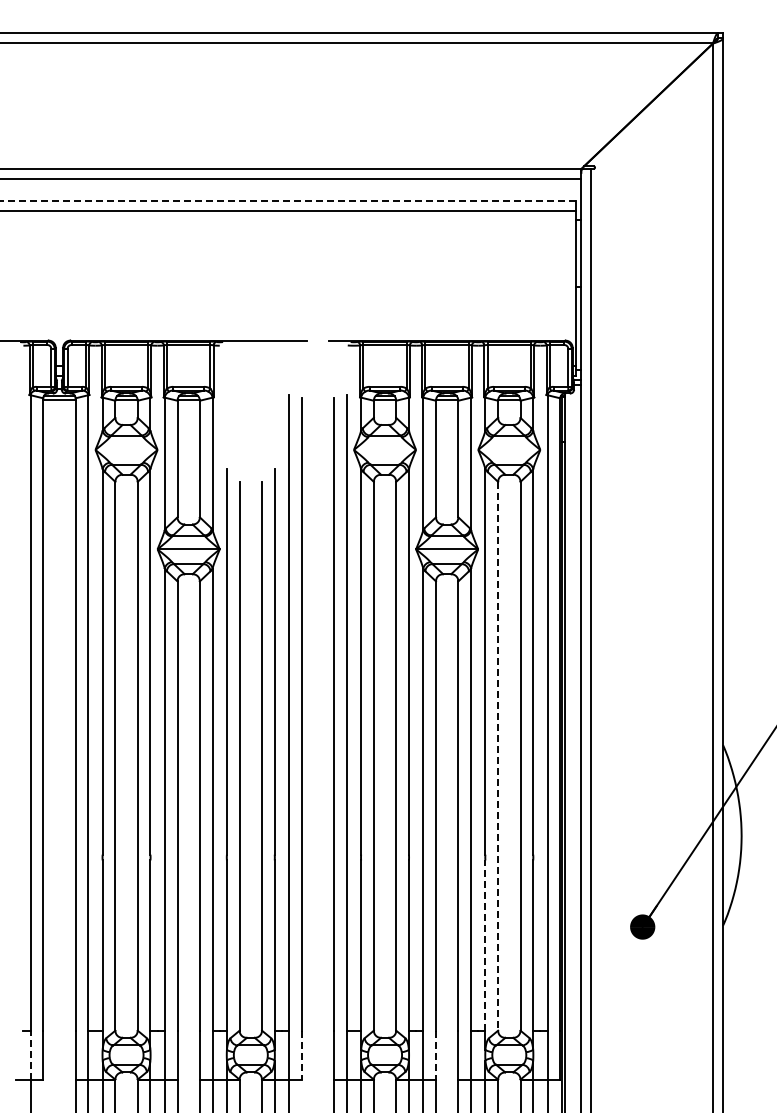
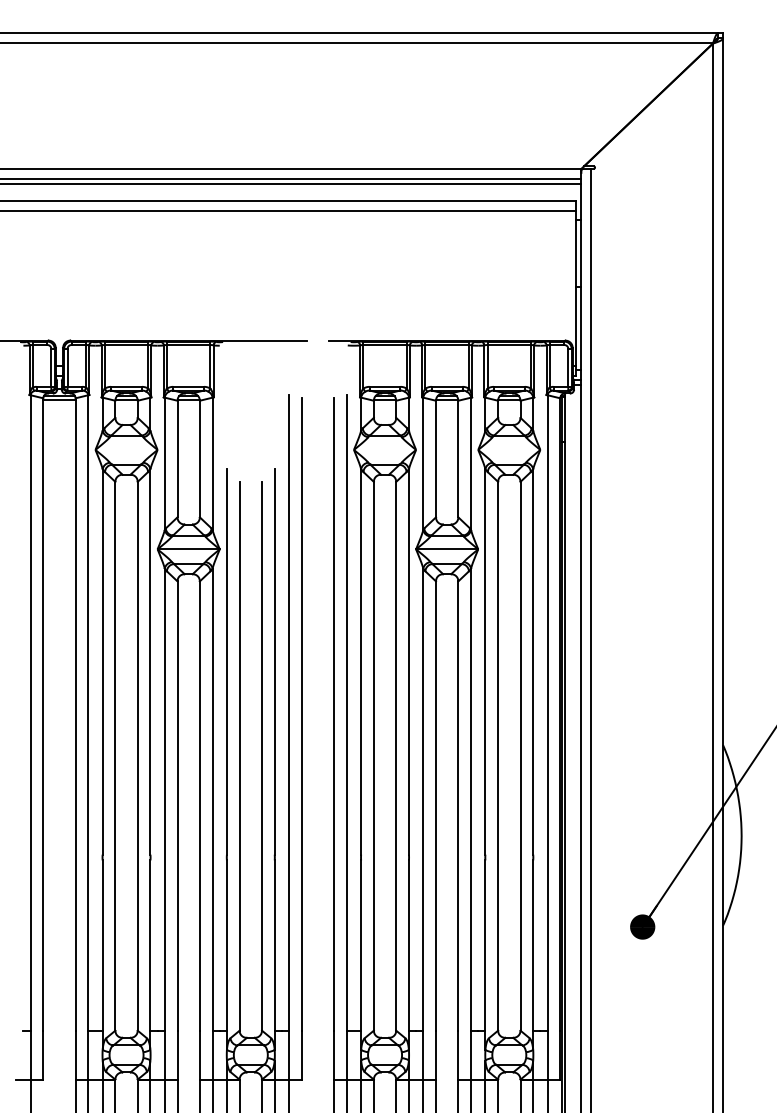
line at (291, 183): none -> present
line at (288, 201): dashed -> solid
line at (498, 756): dashed -> solid
line at (485, 945): dashed -> solid
line at (30, 1054): dashed -> solid
line at (301, 1055): dashed -> solid
line at (435, 1055): dashed -> solid
